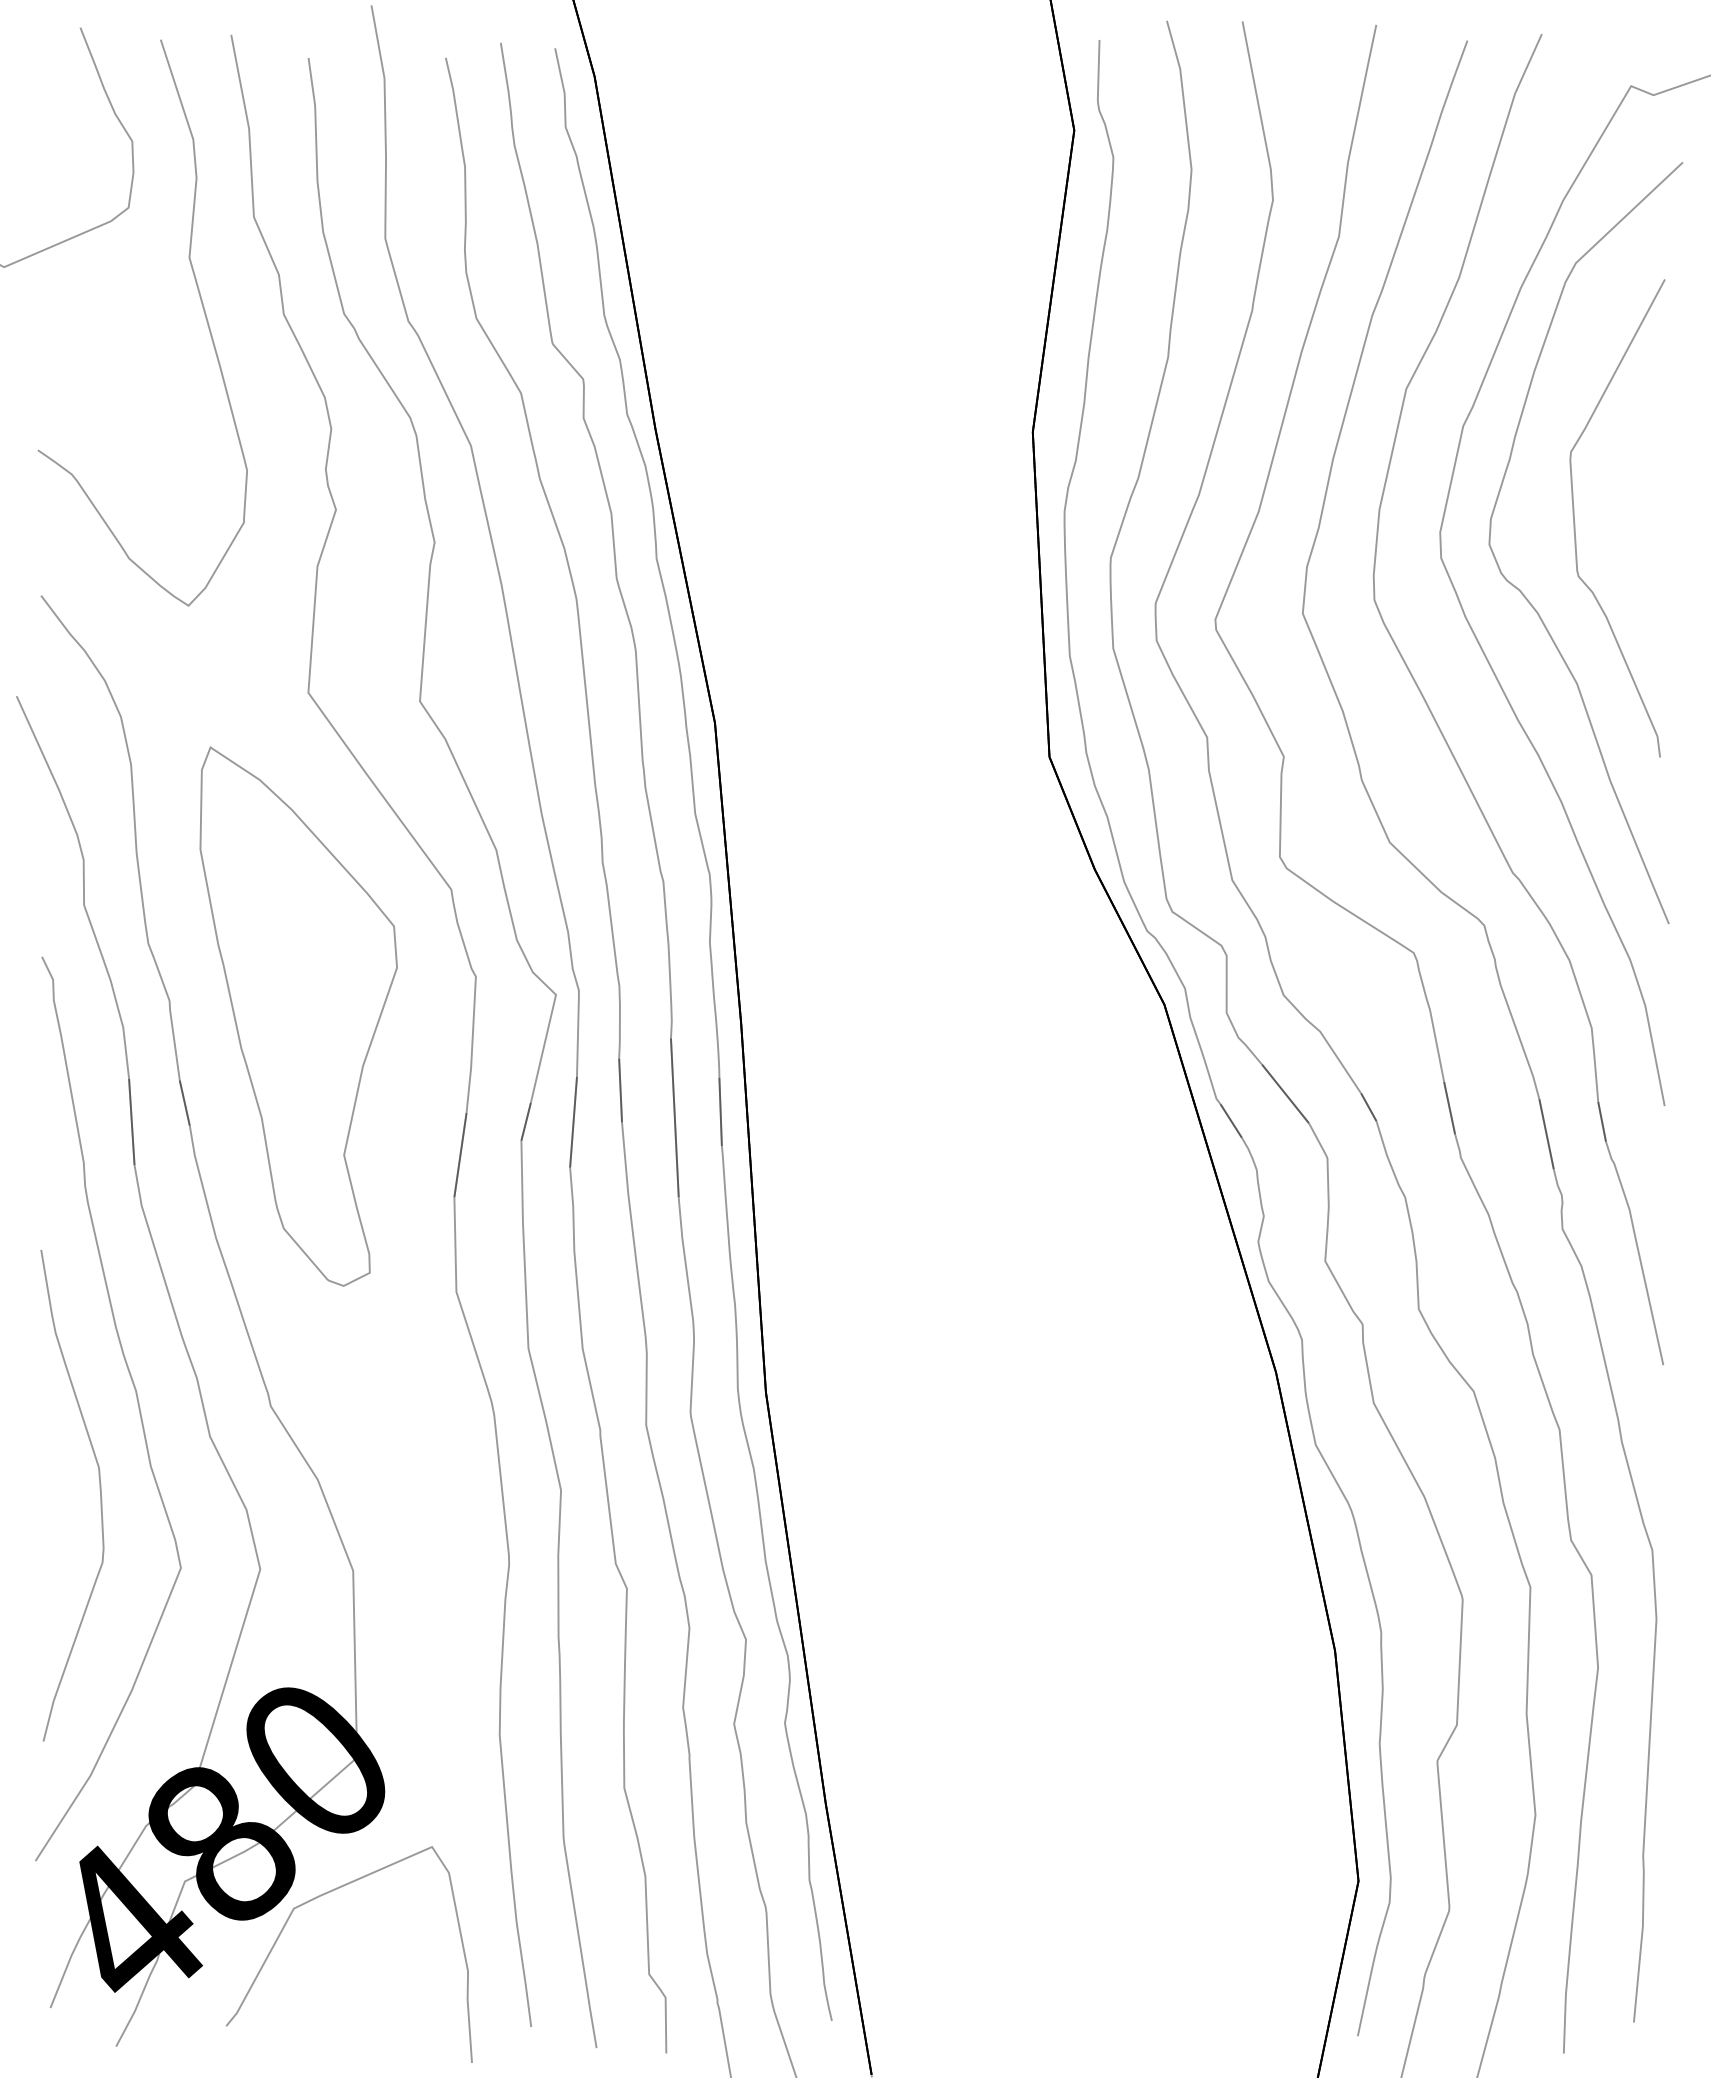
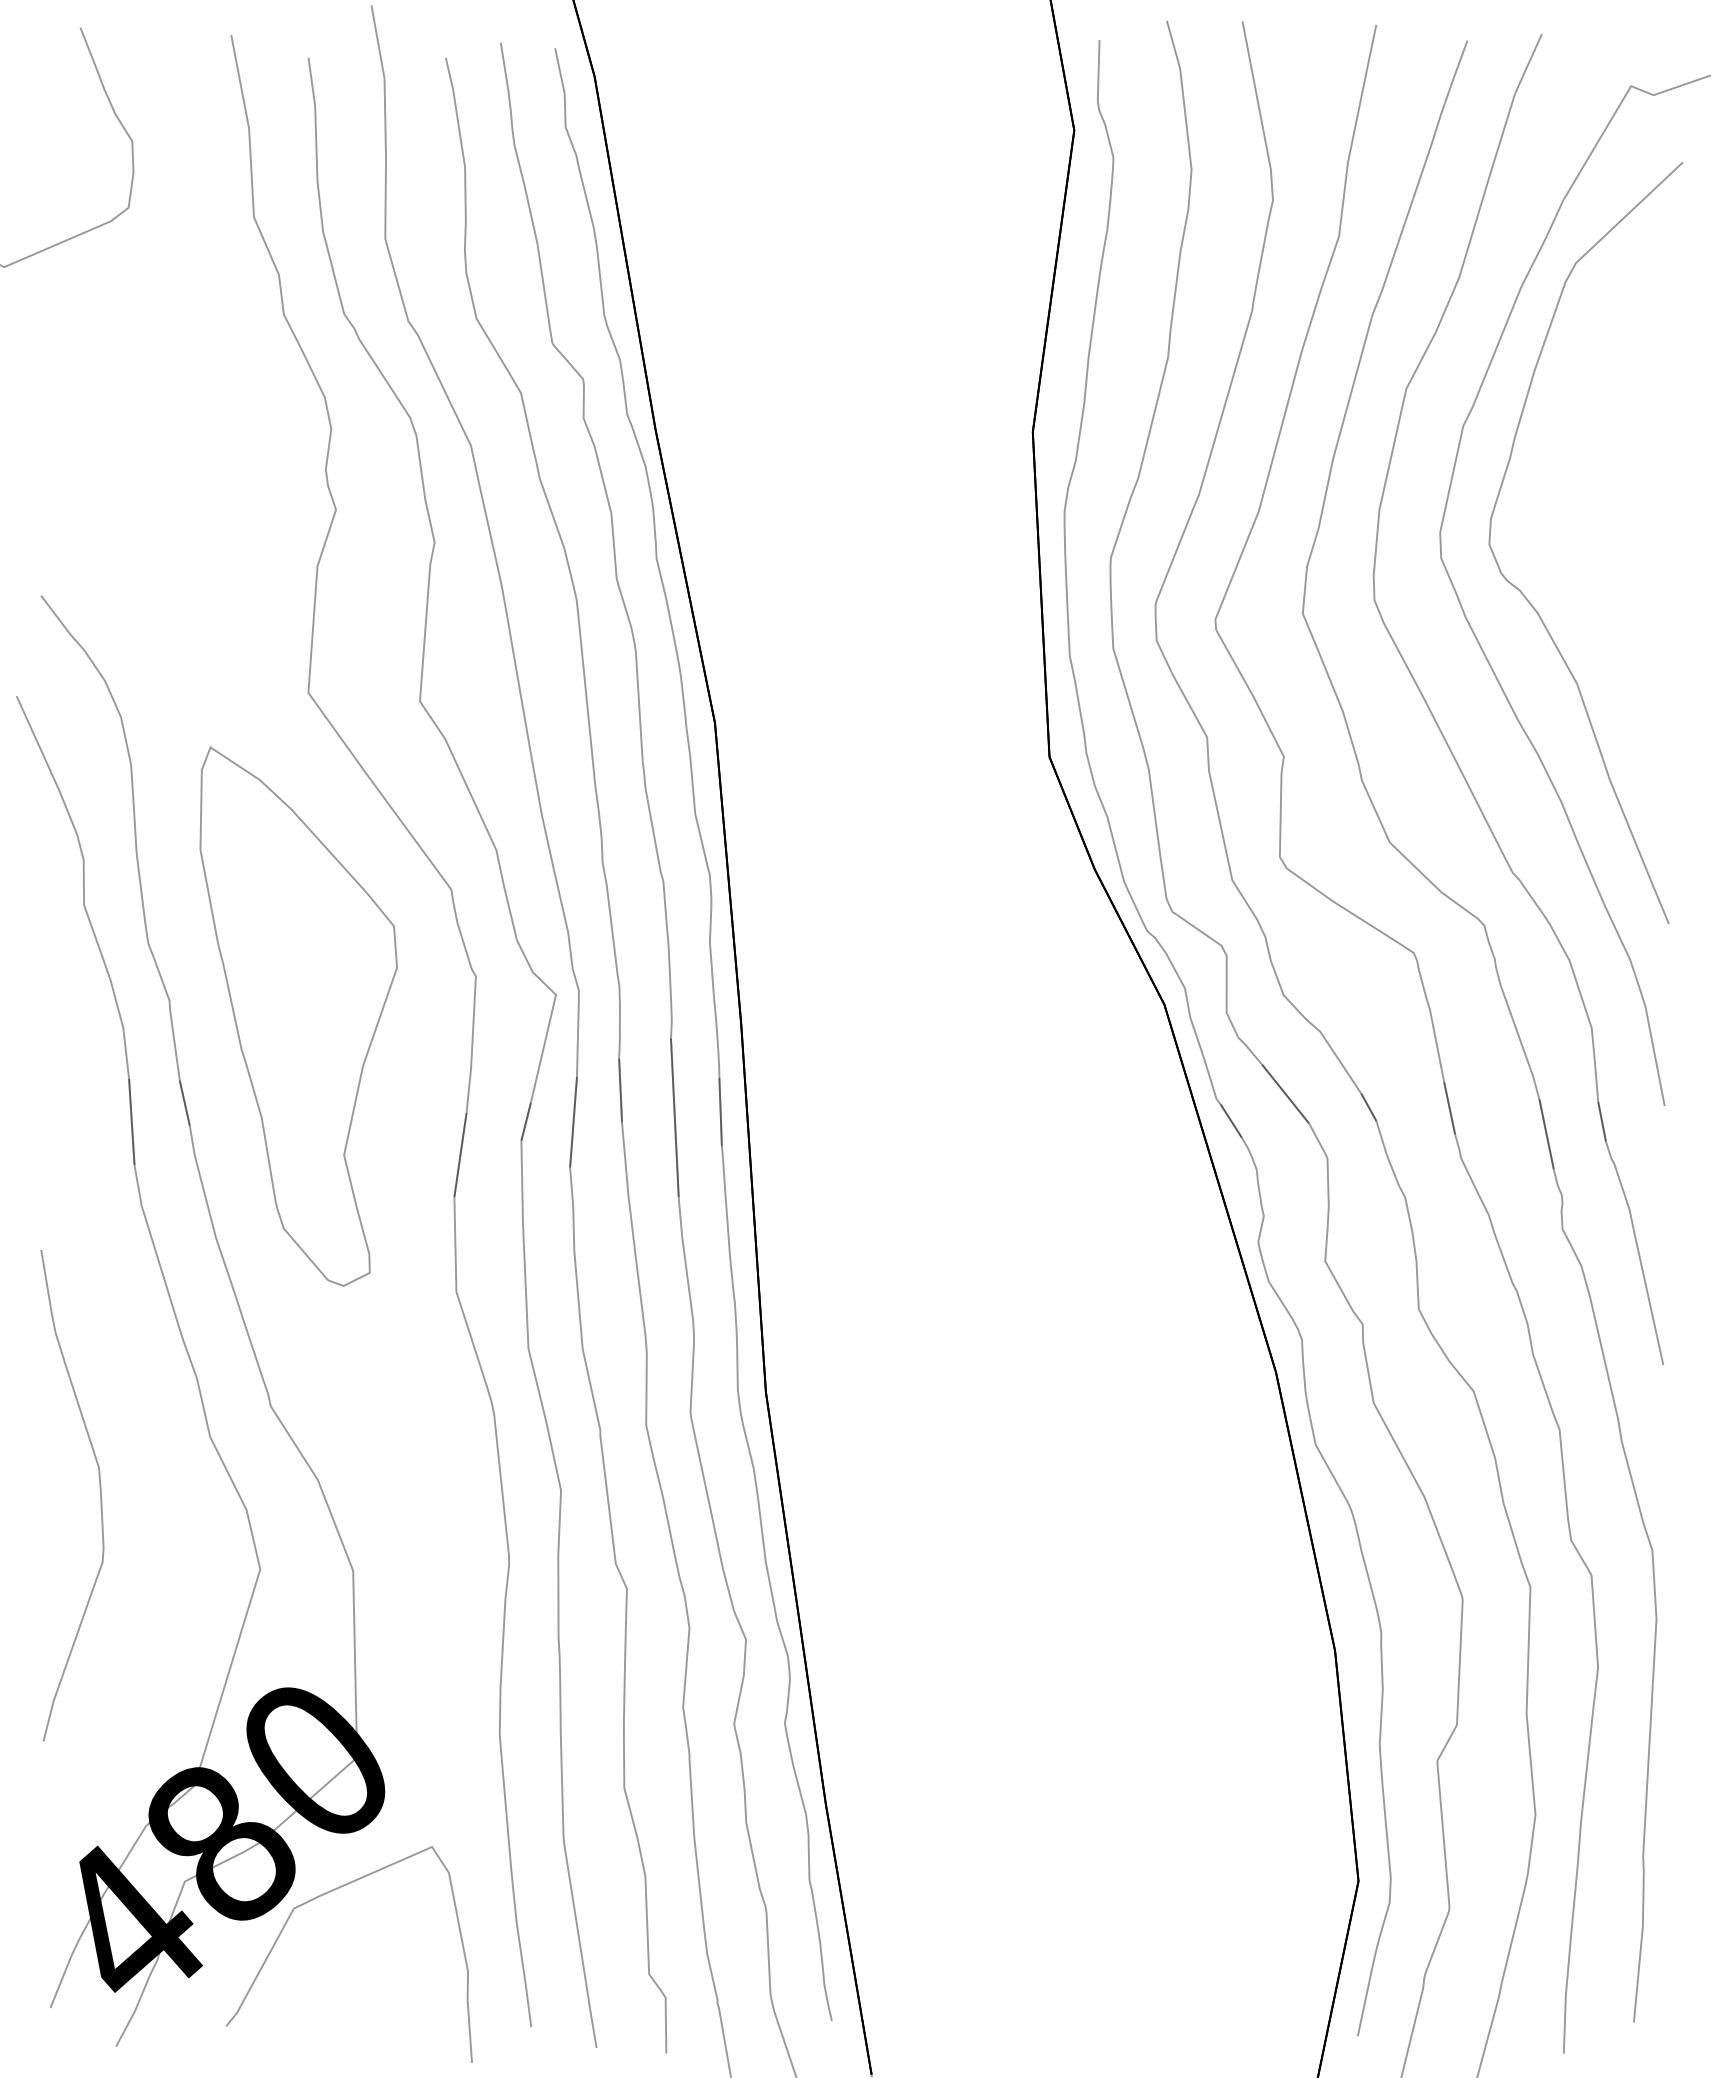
curve at (202, 307): present -> none
curve at (1575, 525): present -> none
curve at (137, 1403): present -> none
